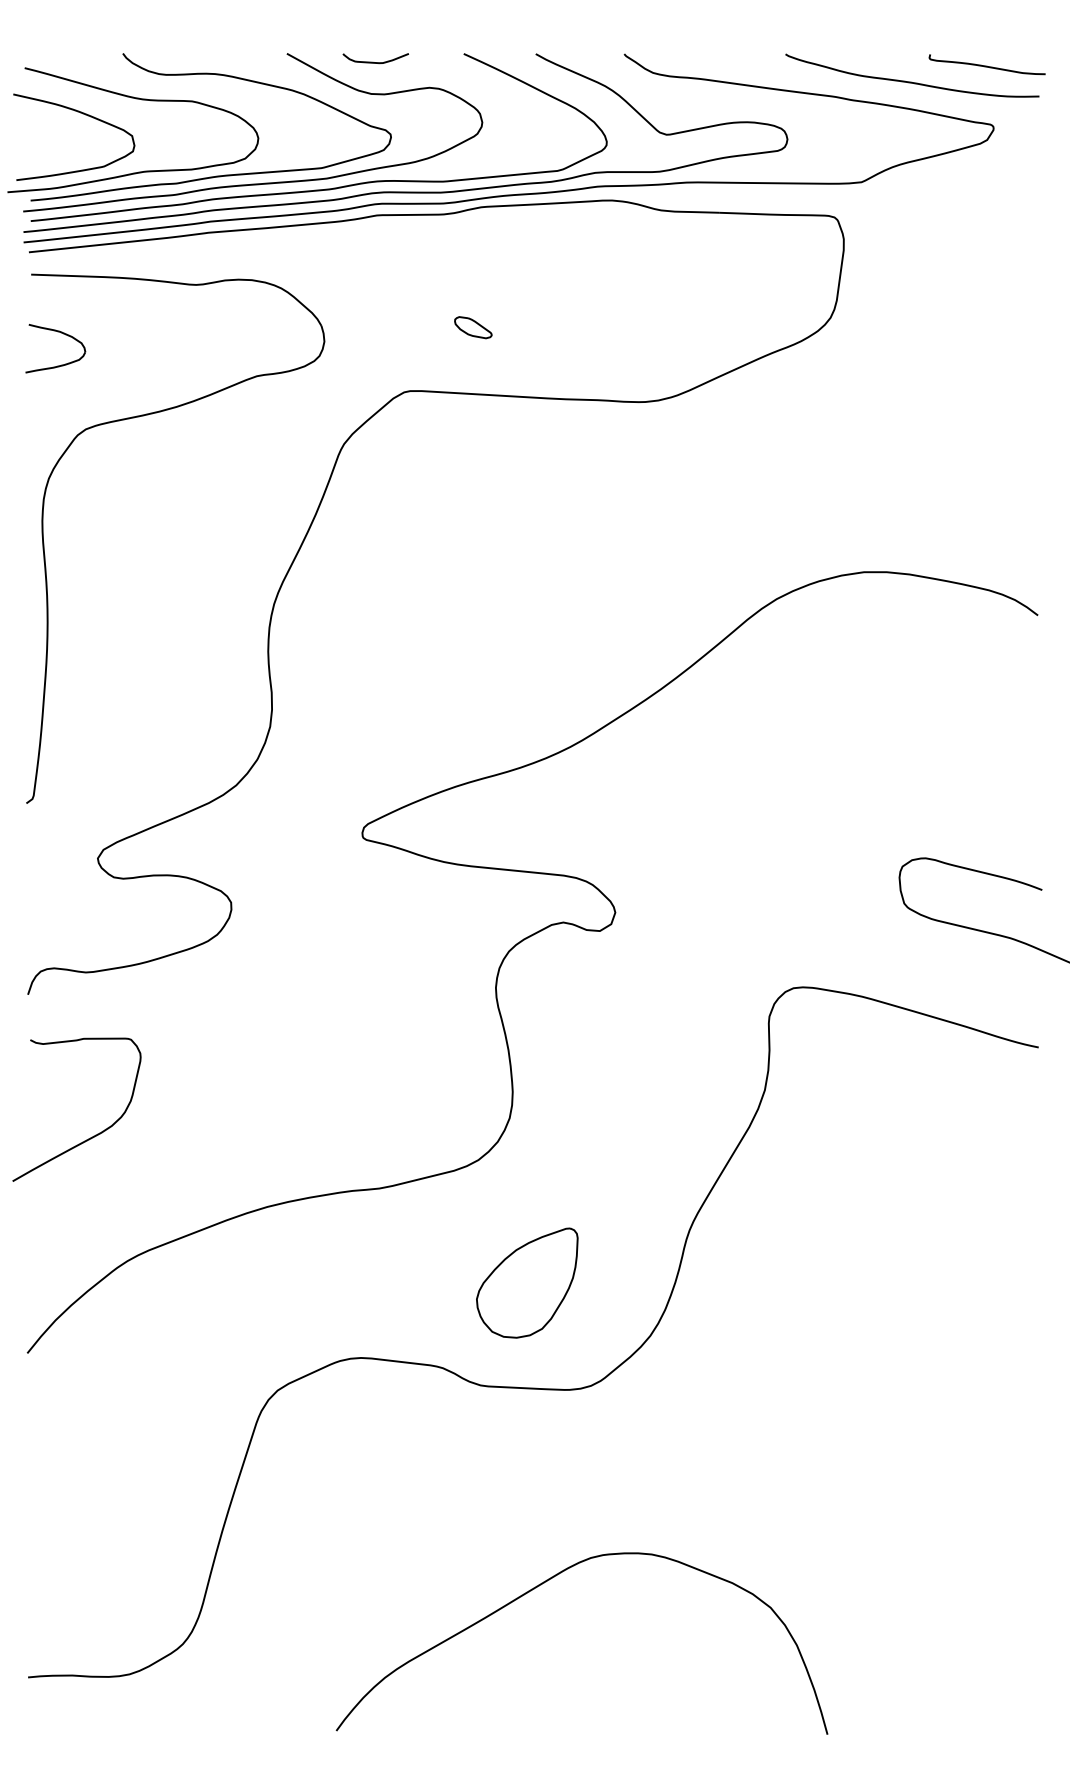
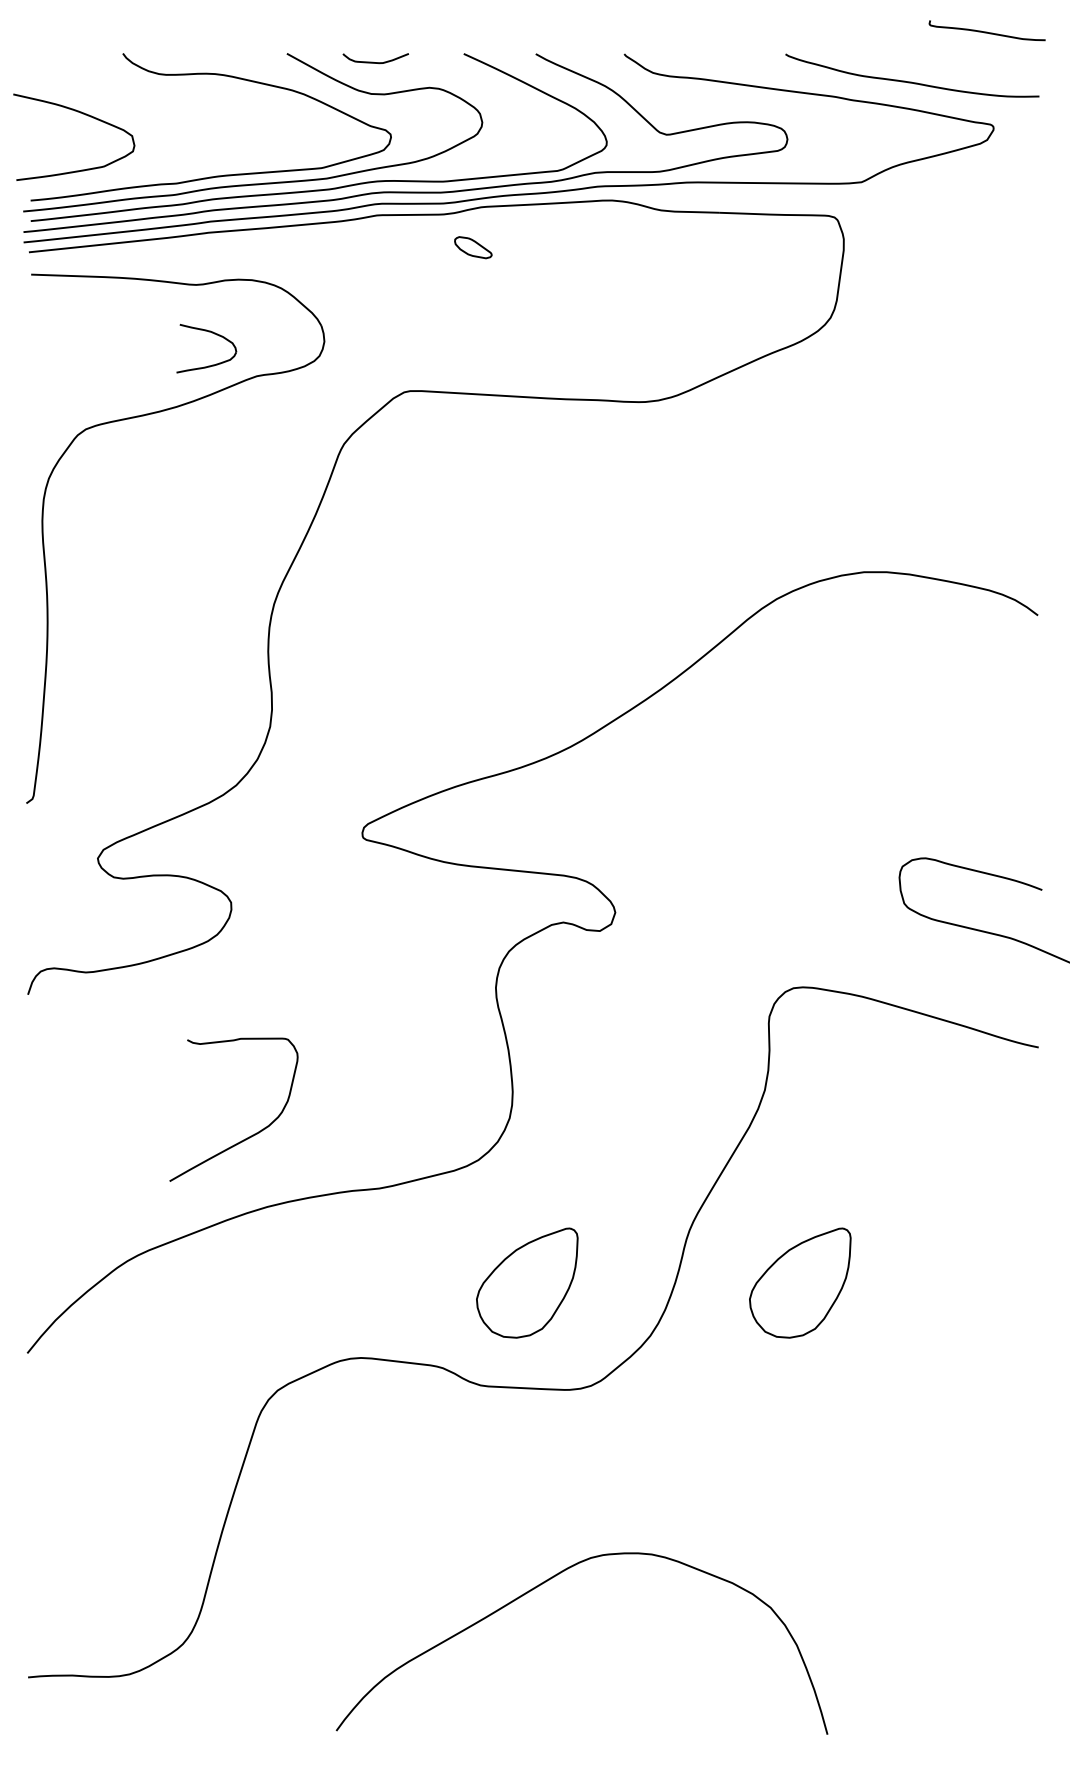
curve at (986, 65) position: (986, 65) -> (986, 31)
curve at (141, 100): present -> none
part at (473, 327) position: (473, 327) -> (473, 247)
part at (57, 332) position: (57, 332) -> (208, 332)
curve at (93, 1135) position: (93, 1135) -> (250, 1135)
part at (800, 1282): none -> present
